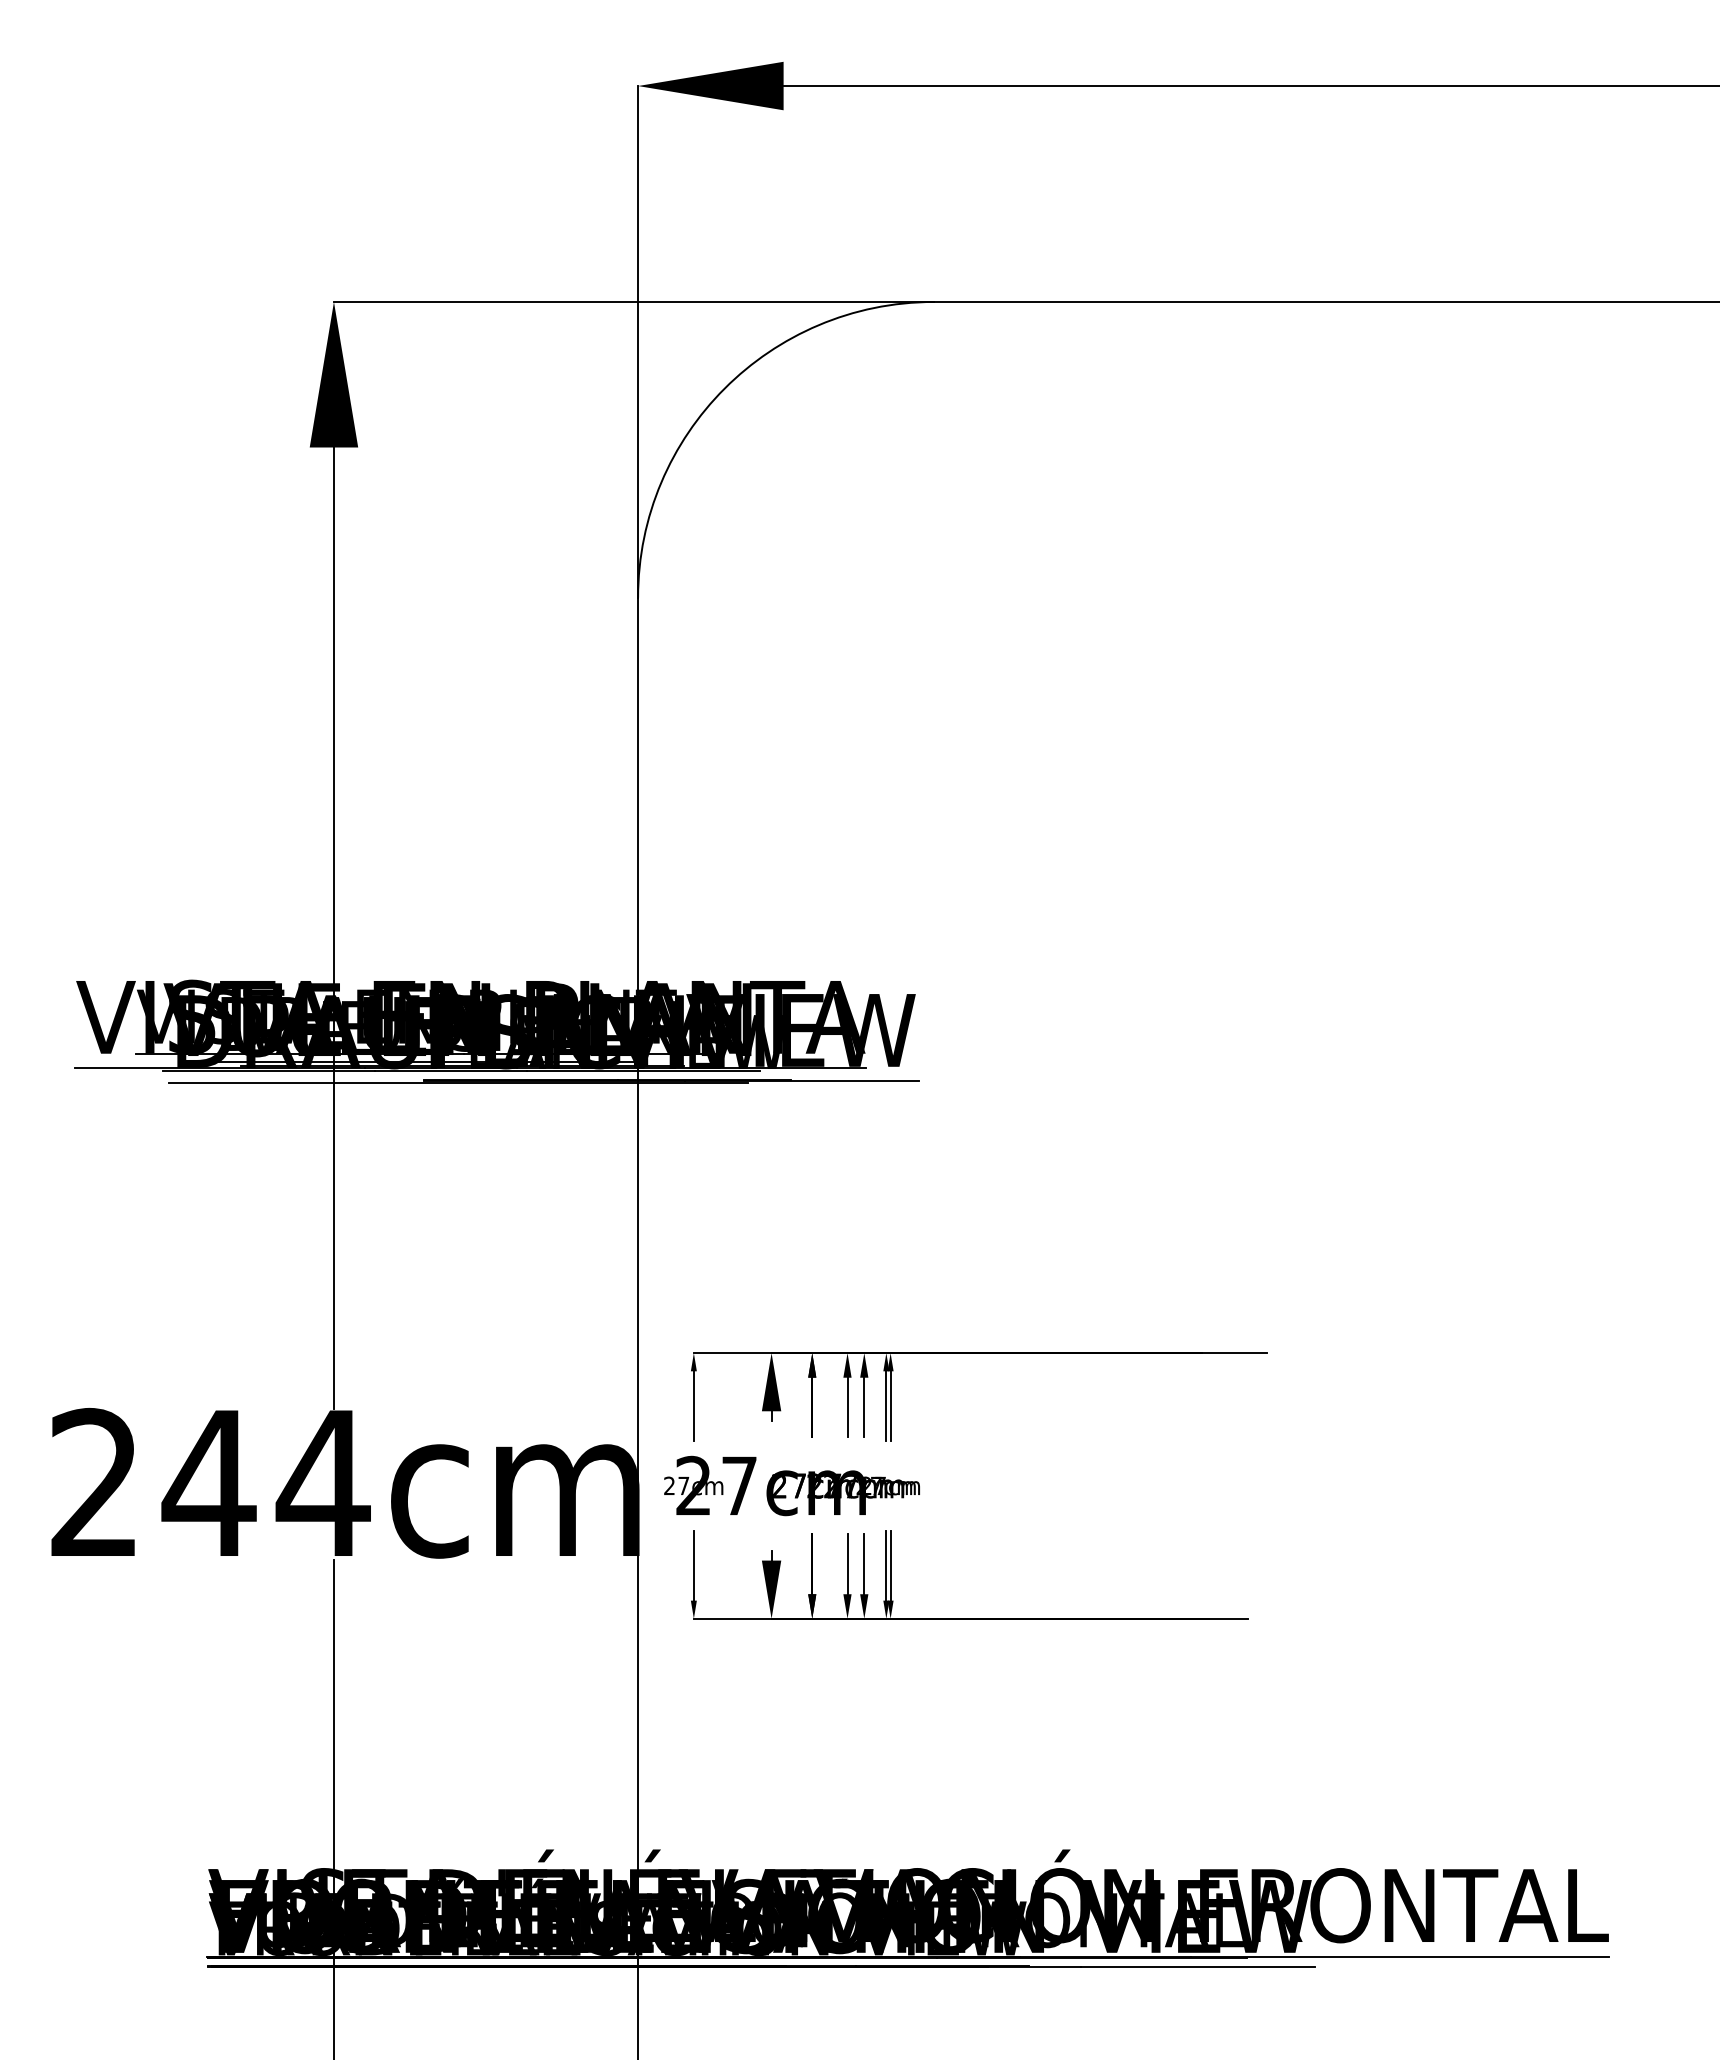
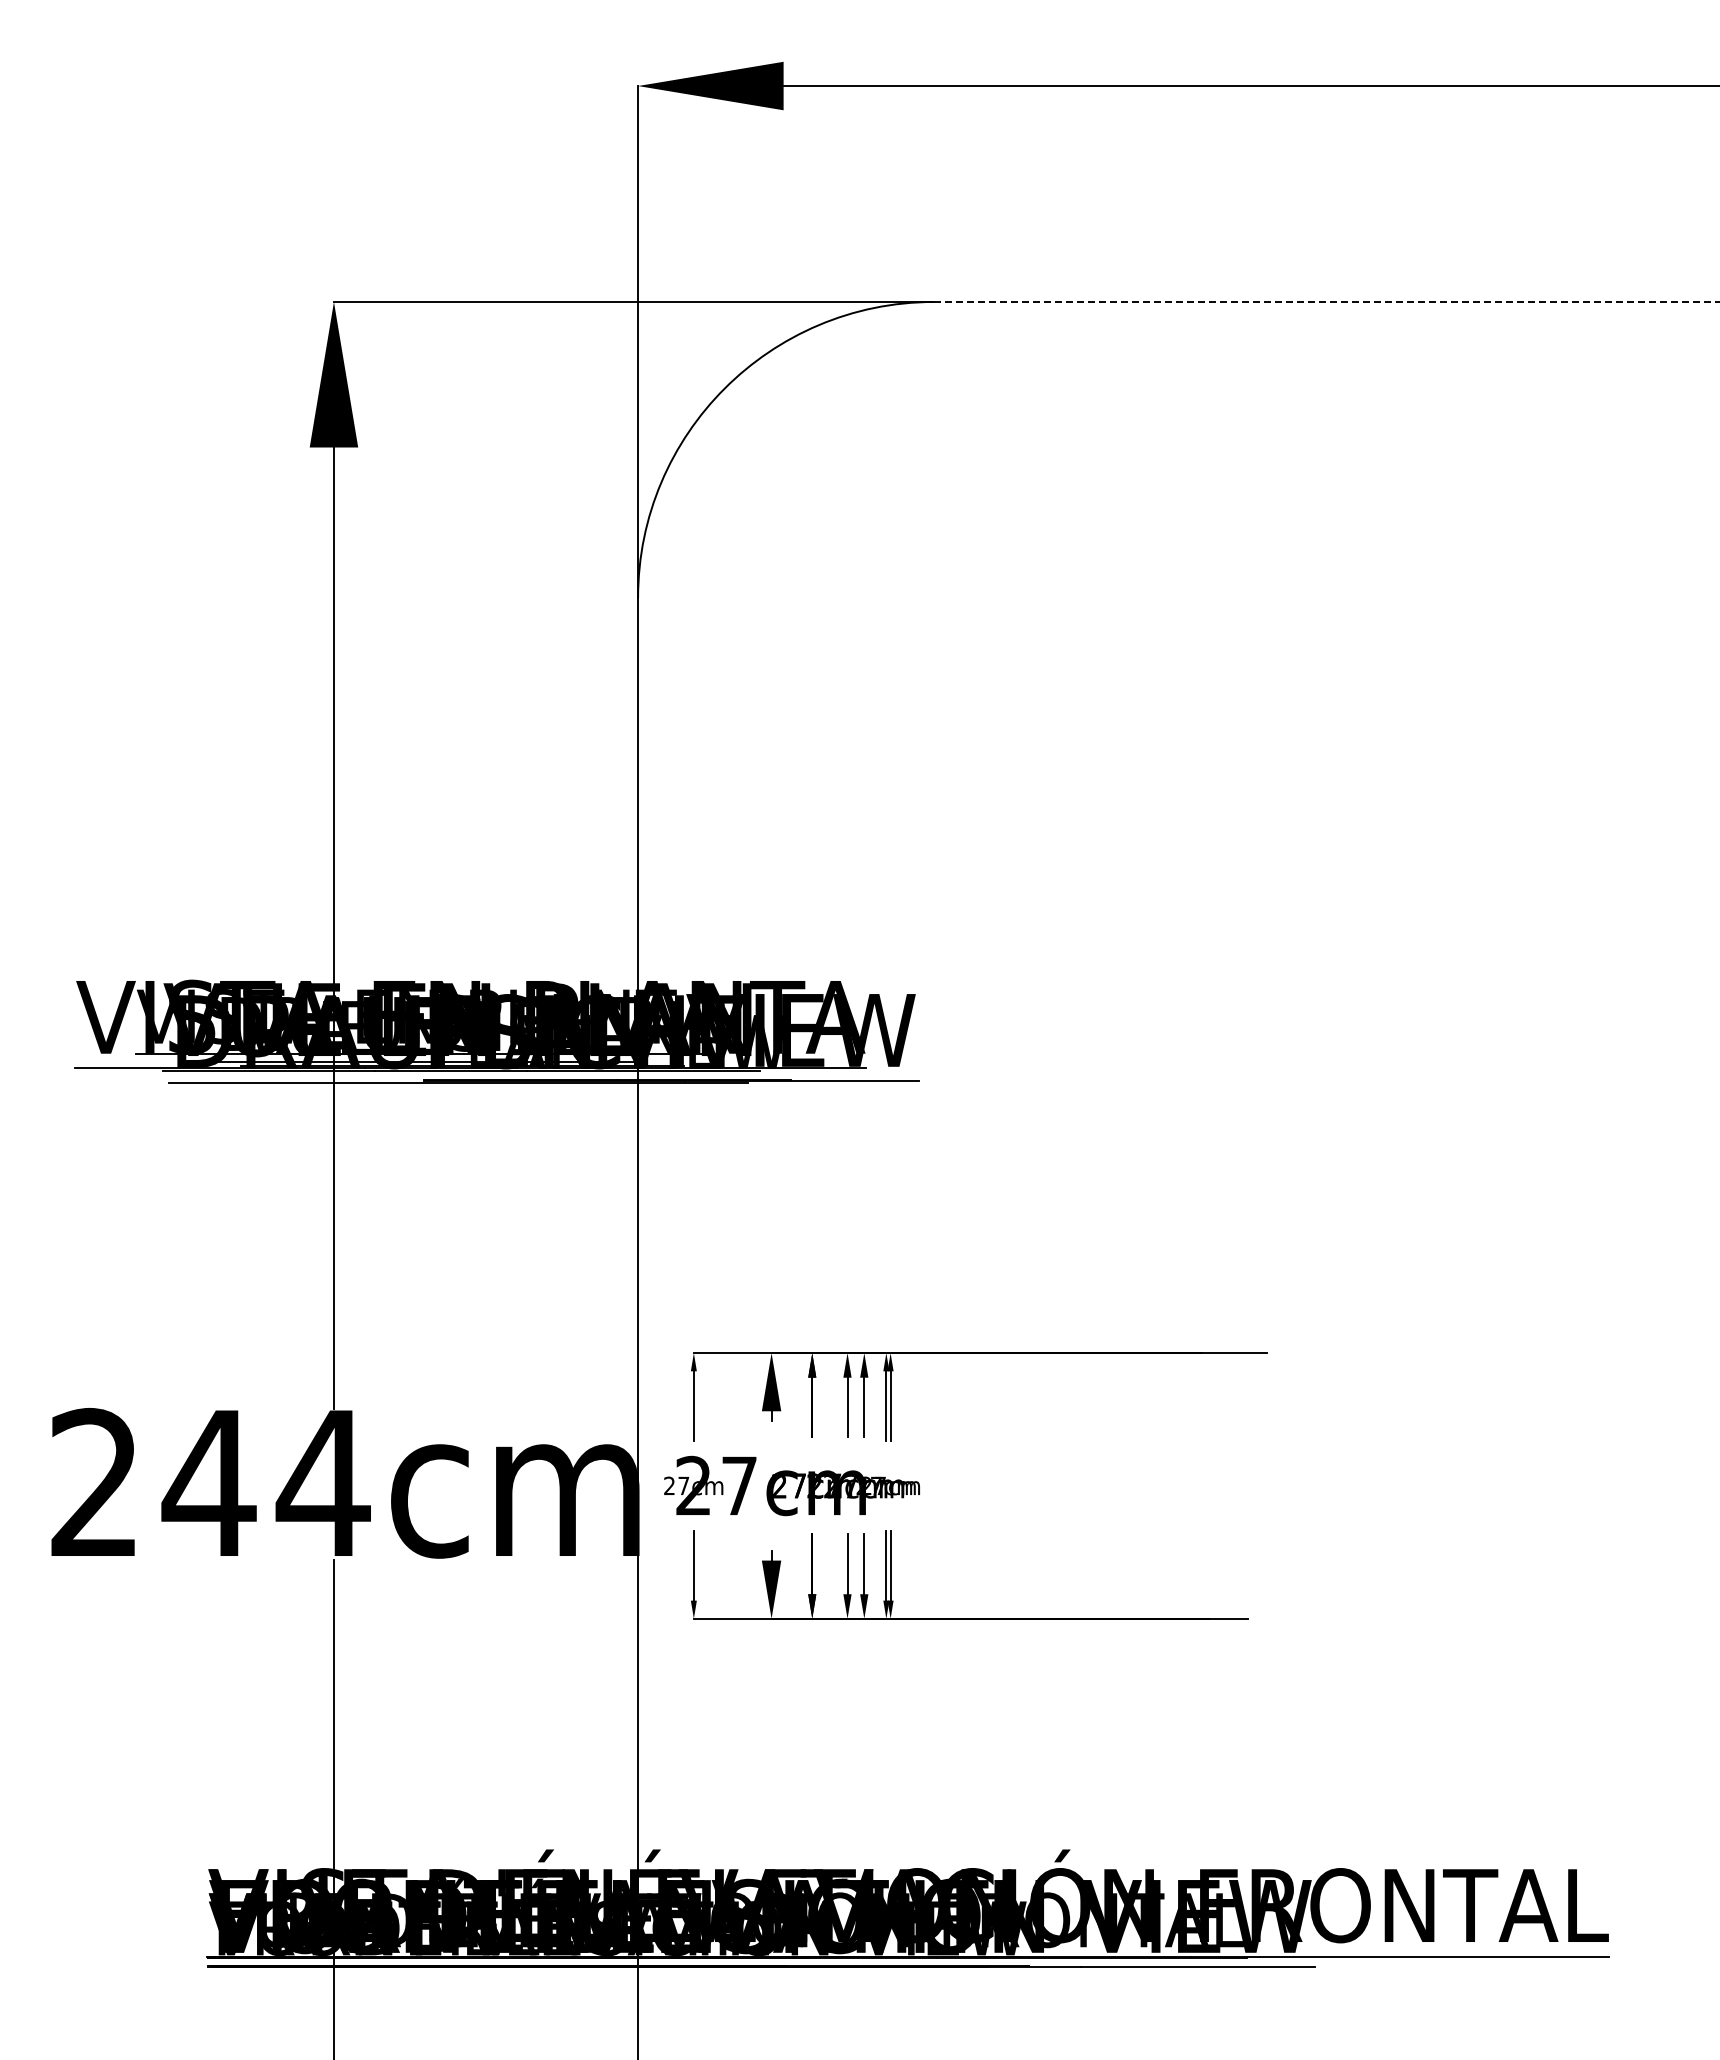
line at (1326, 301): solid -> dashed
